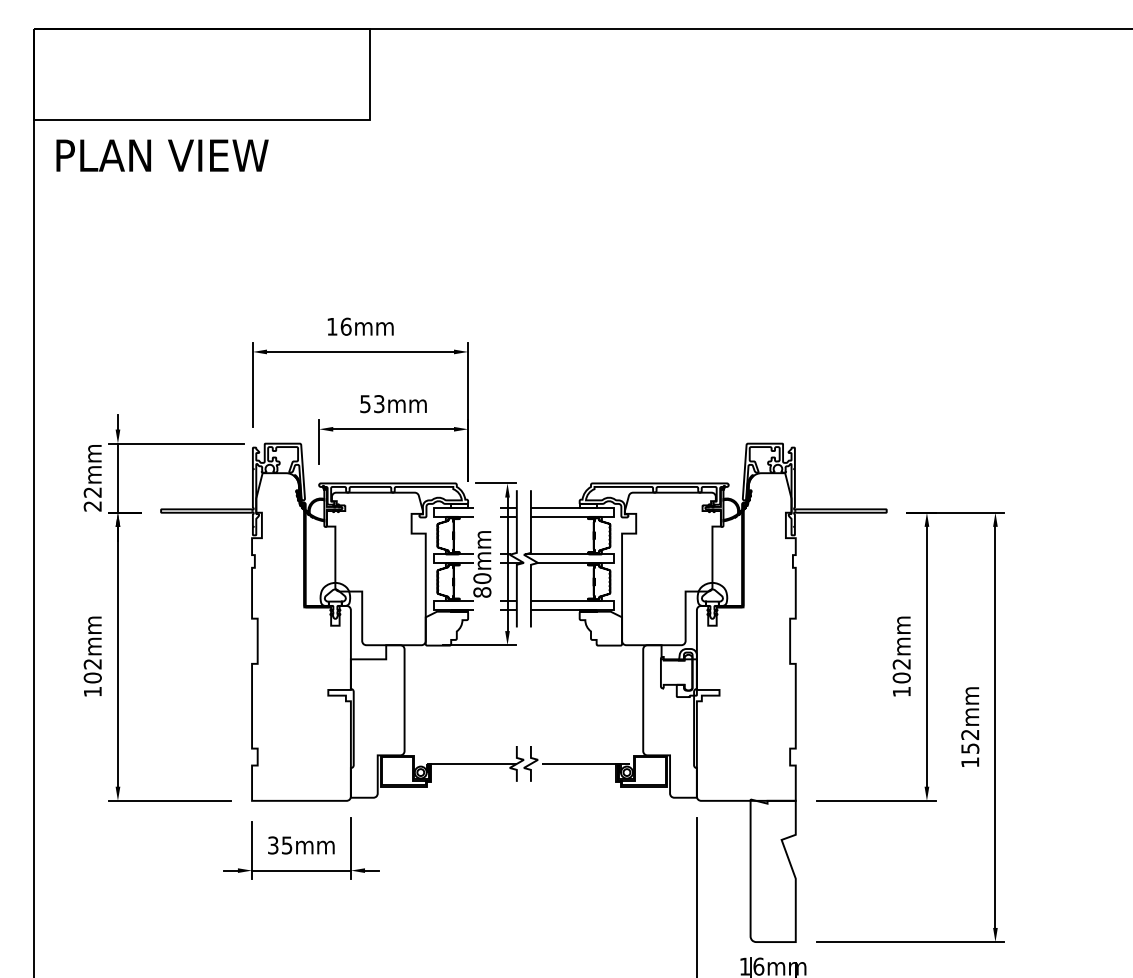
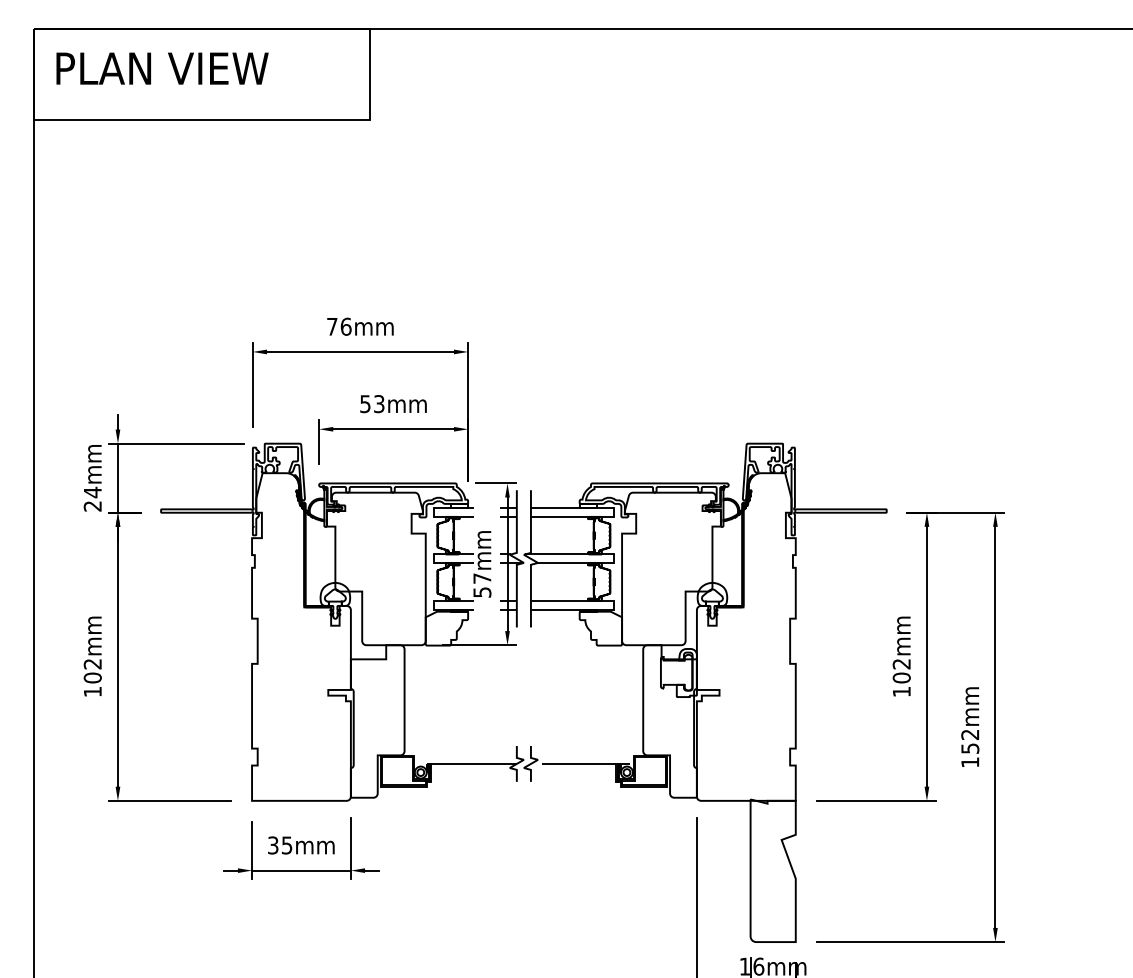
text at (162, 155) position: (162, 155) -> (162, 68)
text at (332, 326): 16mm -> 76mm
text at (92, 492): 22mm -> 24mm
text at (482, 585): 80mm -> 57mm
